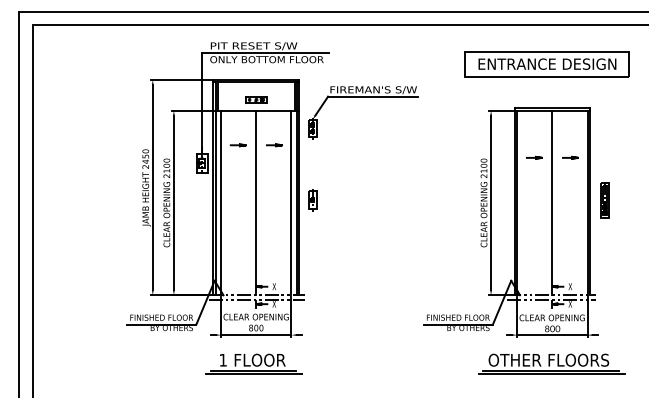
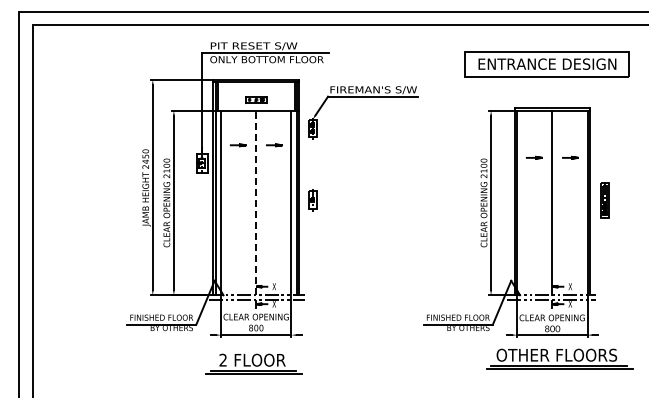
line at (256, 202): solid -> dashed
text at (222, 359): 1 -> 2
part at (551, 363) position: (551, 363) -> (559, 358)
